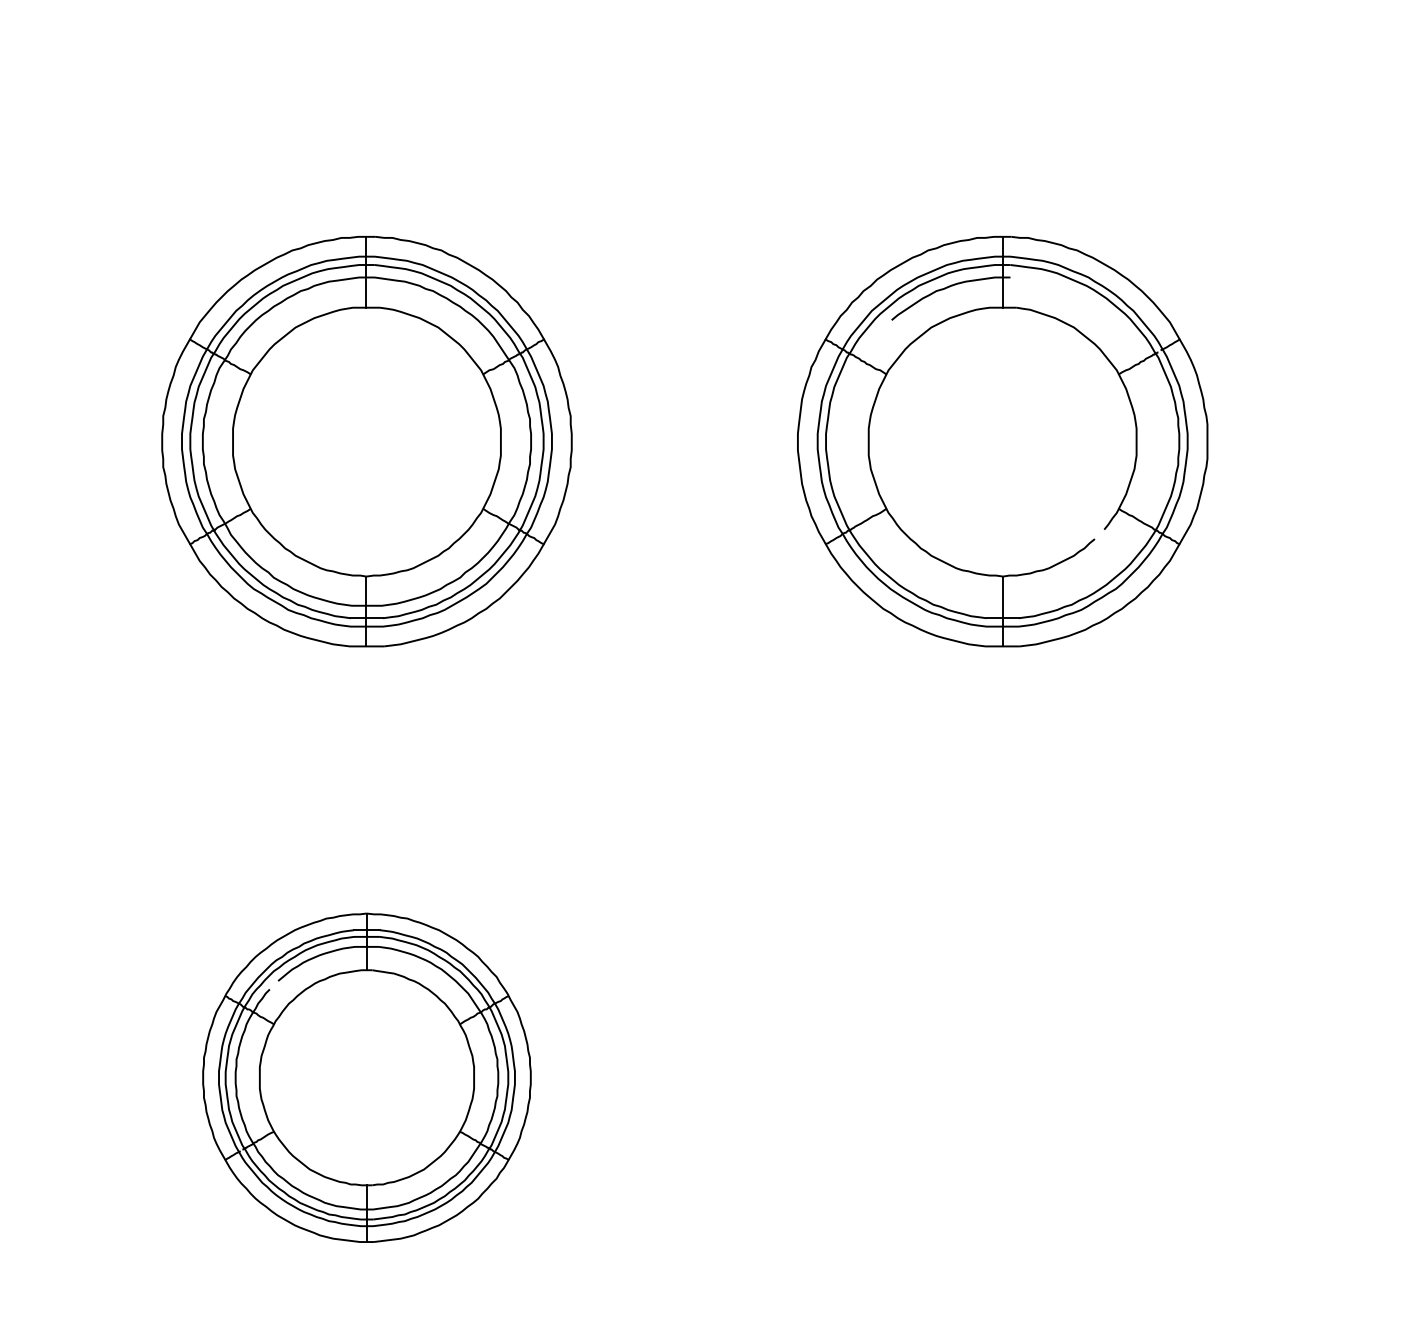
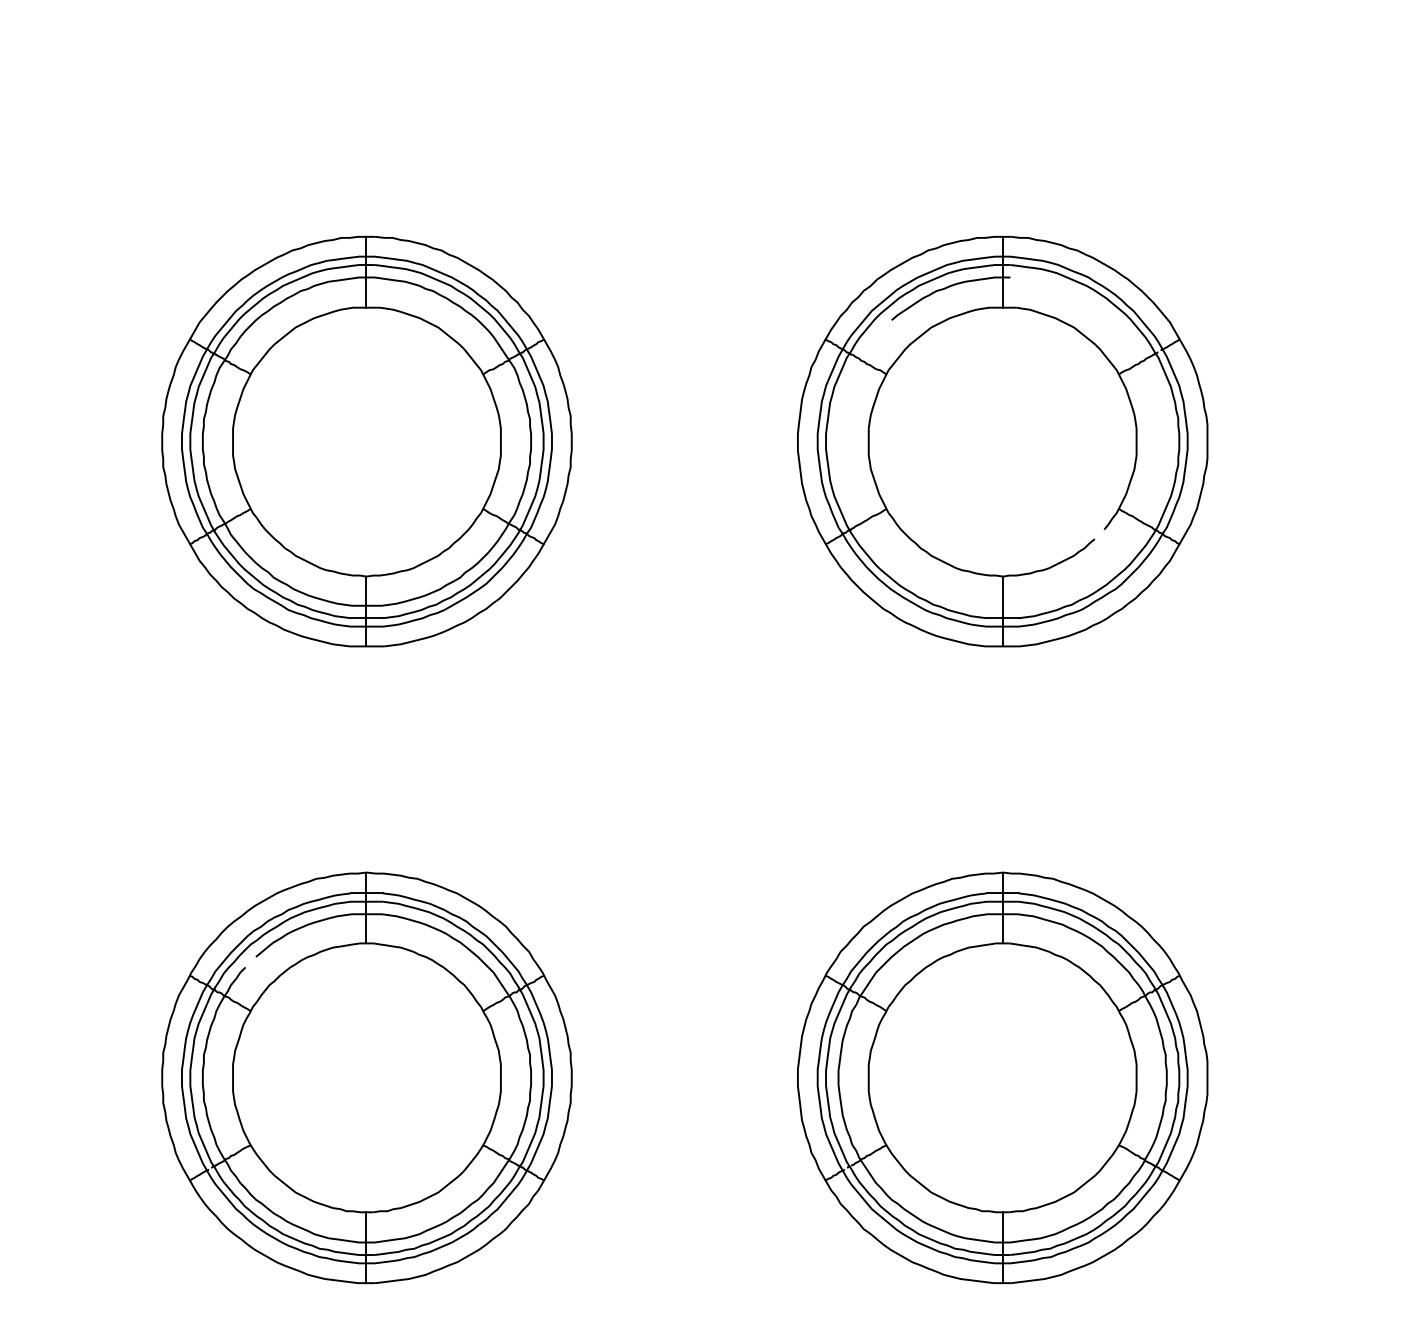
part at (366, 1077) size: 330x331 px -> 412x413 px
part at (1002, 1077): none -> present
